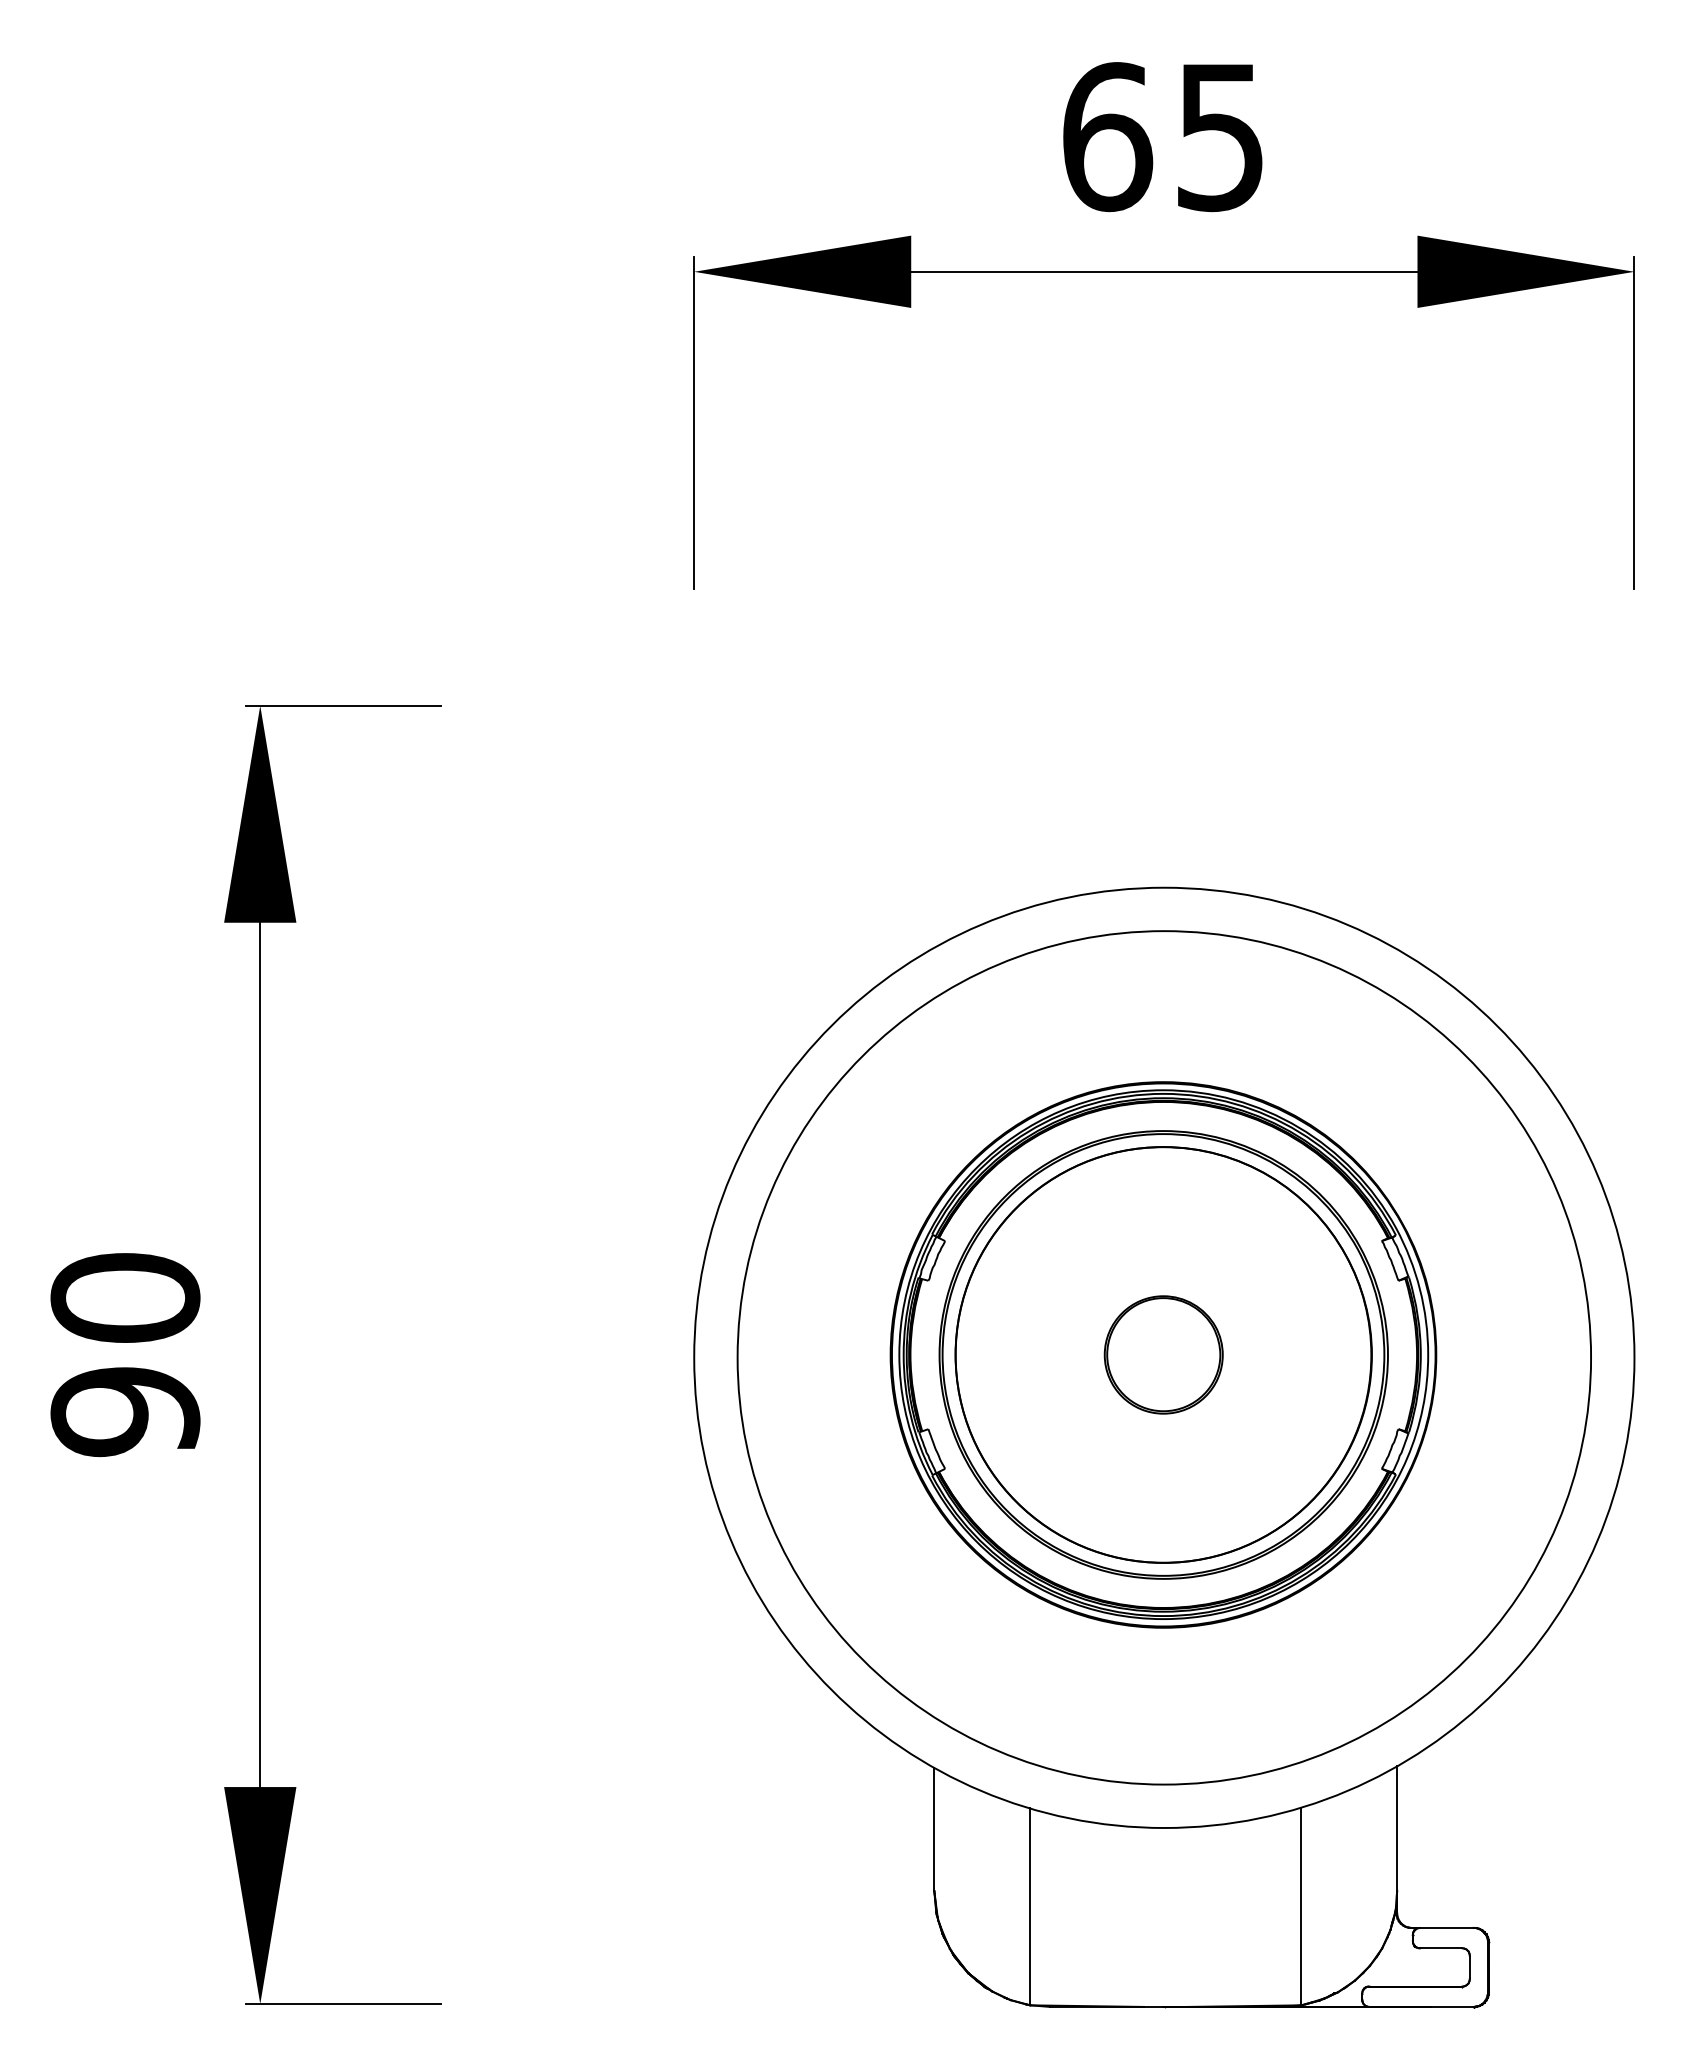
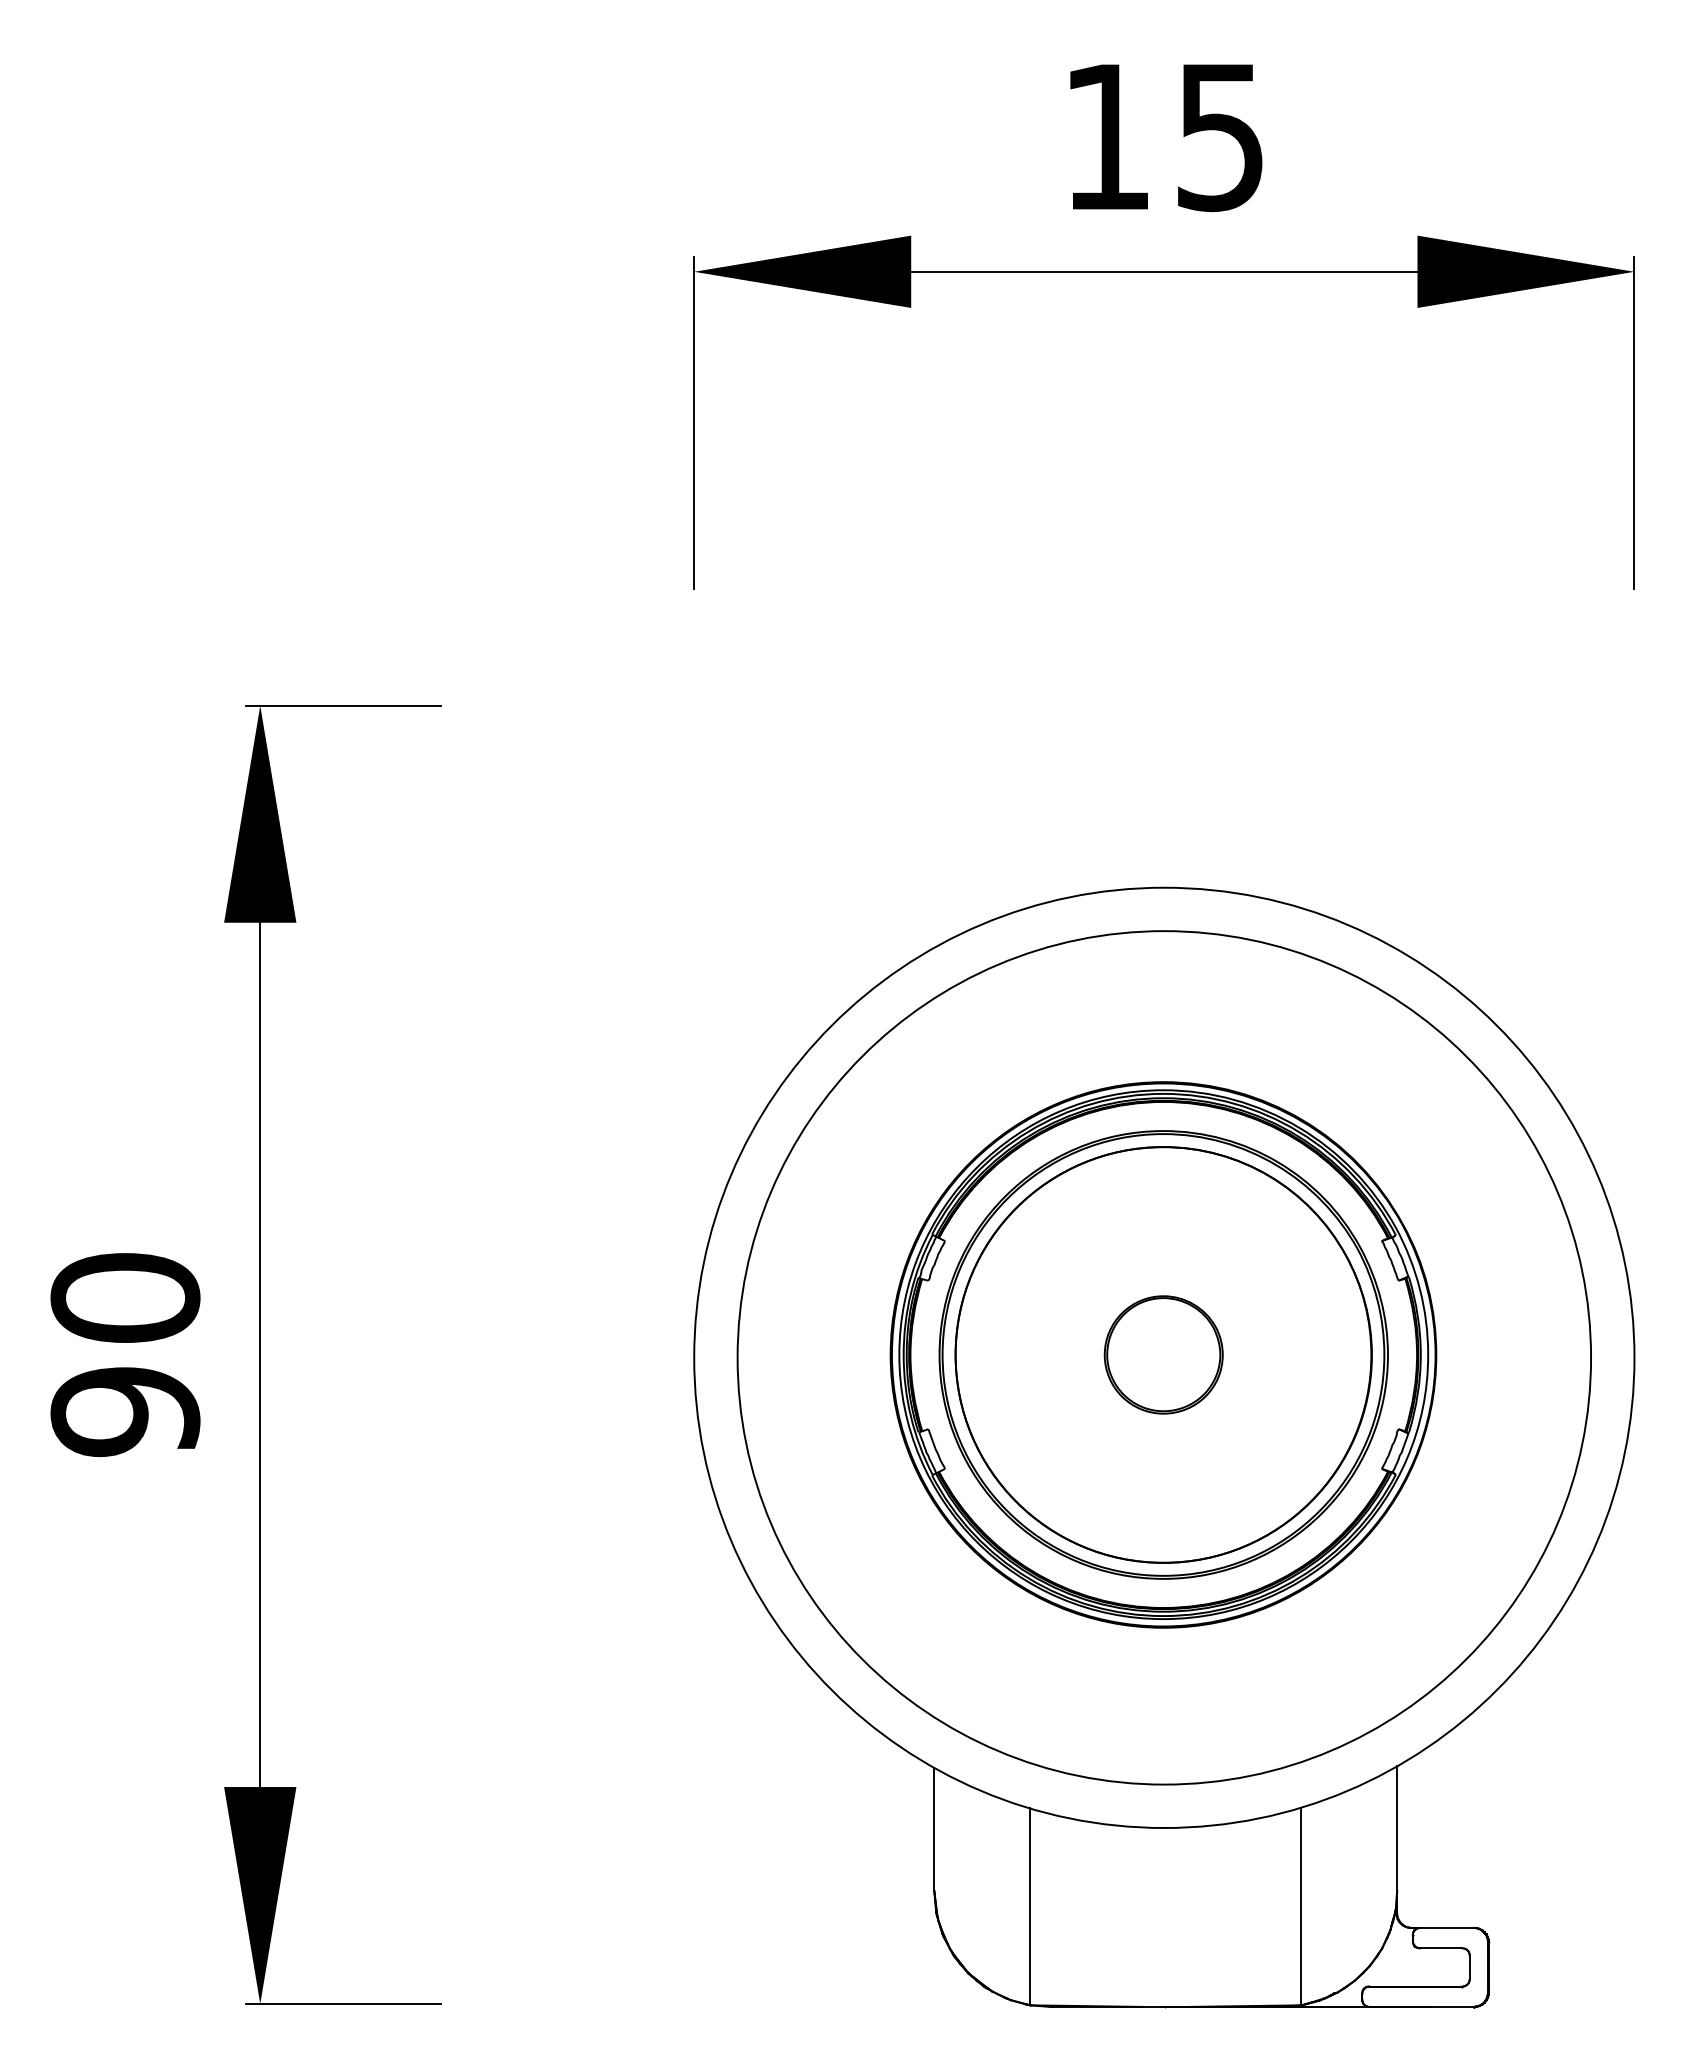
text at (1108, 137): 65 -> 15
